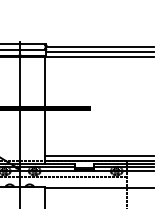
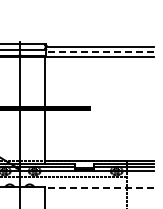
line at (99, 51): solid -> dashed
line at (99, 155): present -> none
line at (99, 187): solid -> dashed
